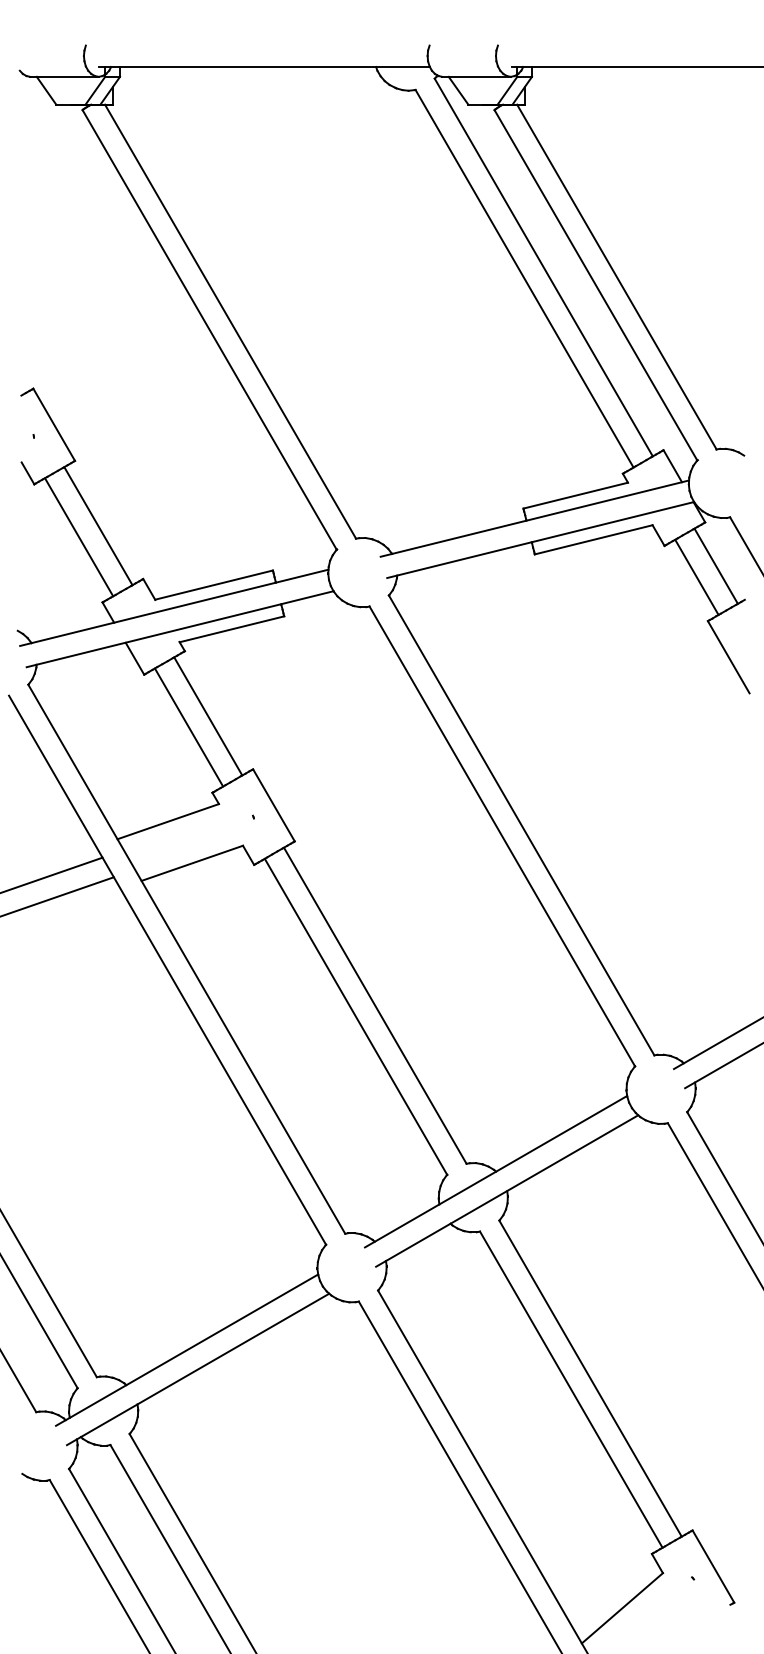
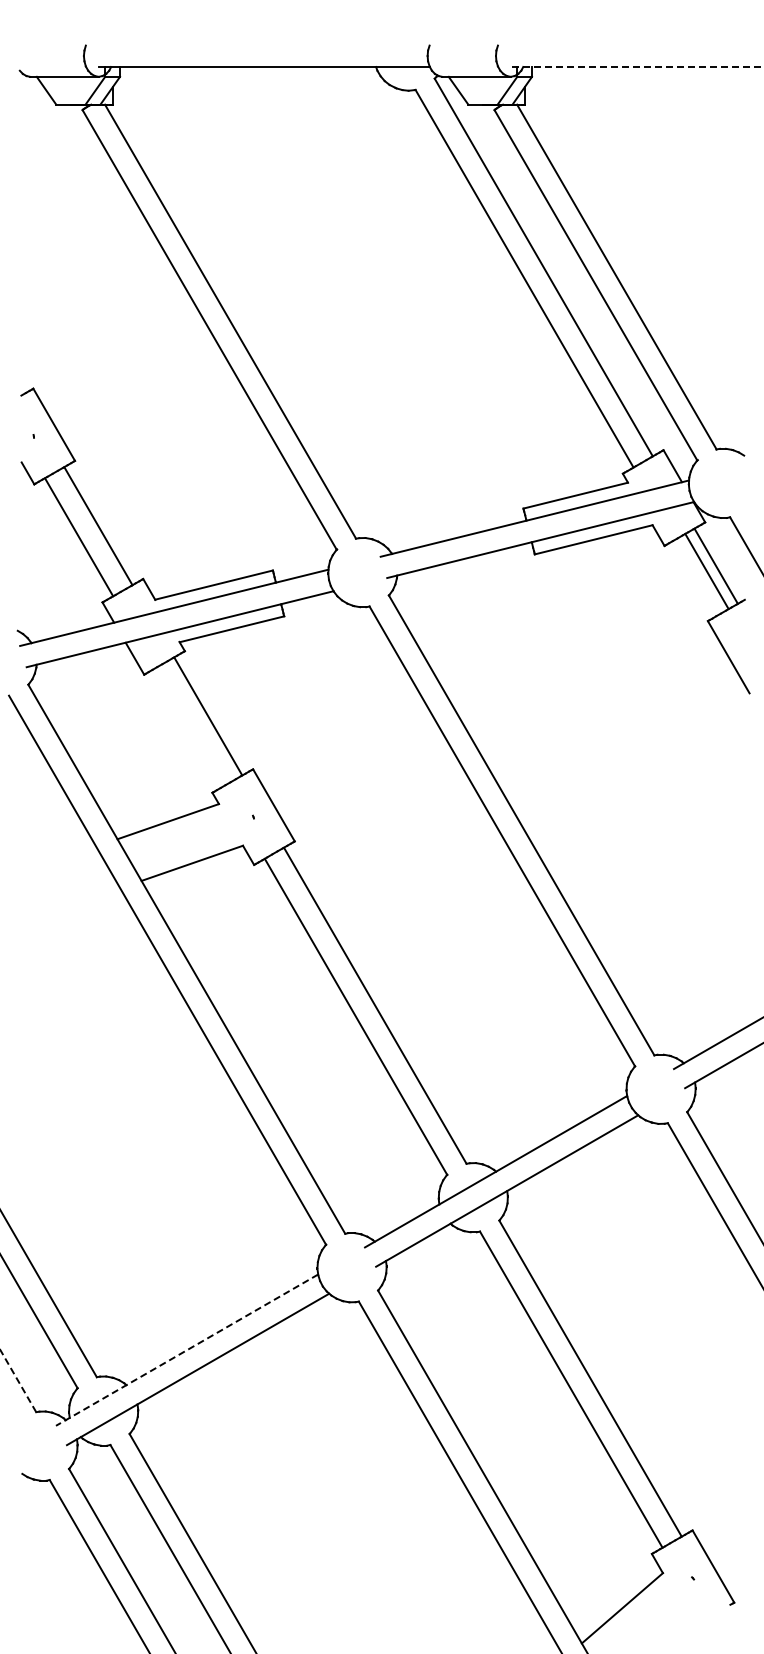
line at (637, 67): solid -> dashed
line at (696, 576) position: (696, 576) -> (706, 570)
line at (188, 727): present -> none
line at (52, 874): present -> none
line at (57, 896): present -> none
line at (186, 1350): solid -> dashed
line at (18, 1381): solid -> dashed
